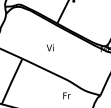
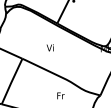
text at (66, 95) position: (66, 95) -> (60, 95)
